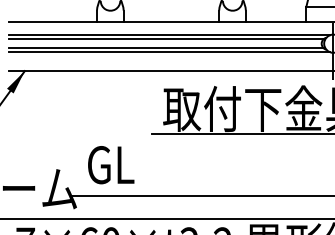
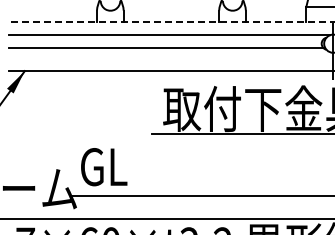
line at (171, 21): solid -> dashed
line at (165, 39): present -> none
line at (169, 52): present -> none
text at (111, 165) position: (111, 165) -> (104, 167)
